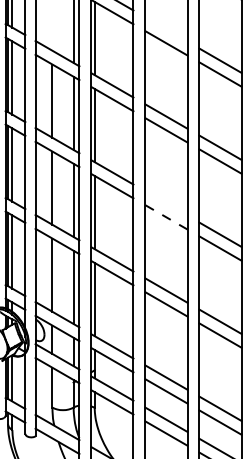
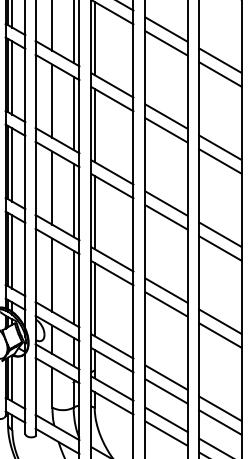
line at (52, 26): none -> present
line at (166, 29): none -> present
line at (166, 203): none -> present
line at (166, 217): dashed -> solid
